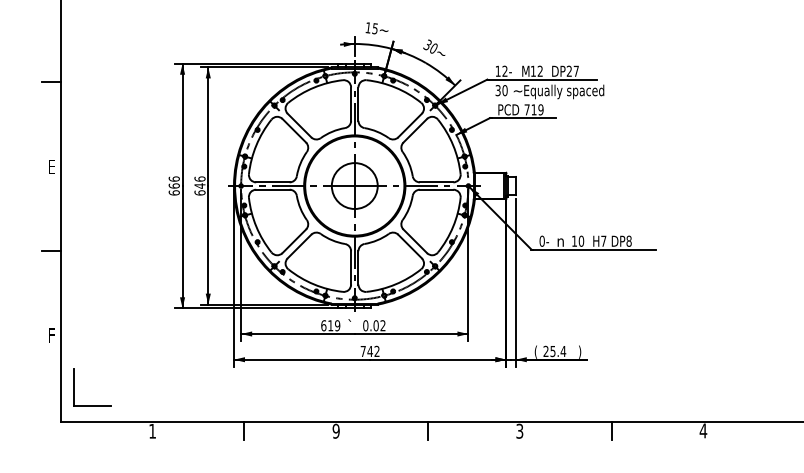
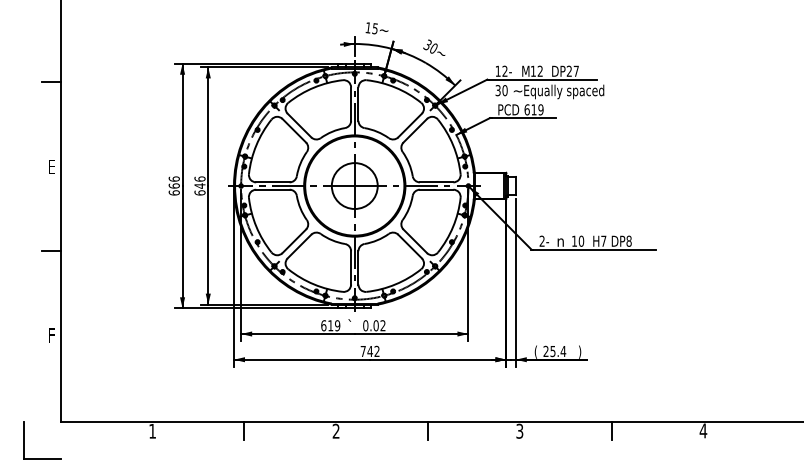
text at (526, 109): 719 -> 619
text at (541, 240): 0- -> 2-
part at (74, 387) position: (74, 387) -> (24, 440)
text at (335, 431): 9 -> 2
